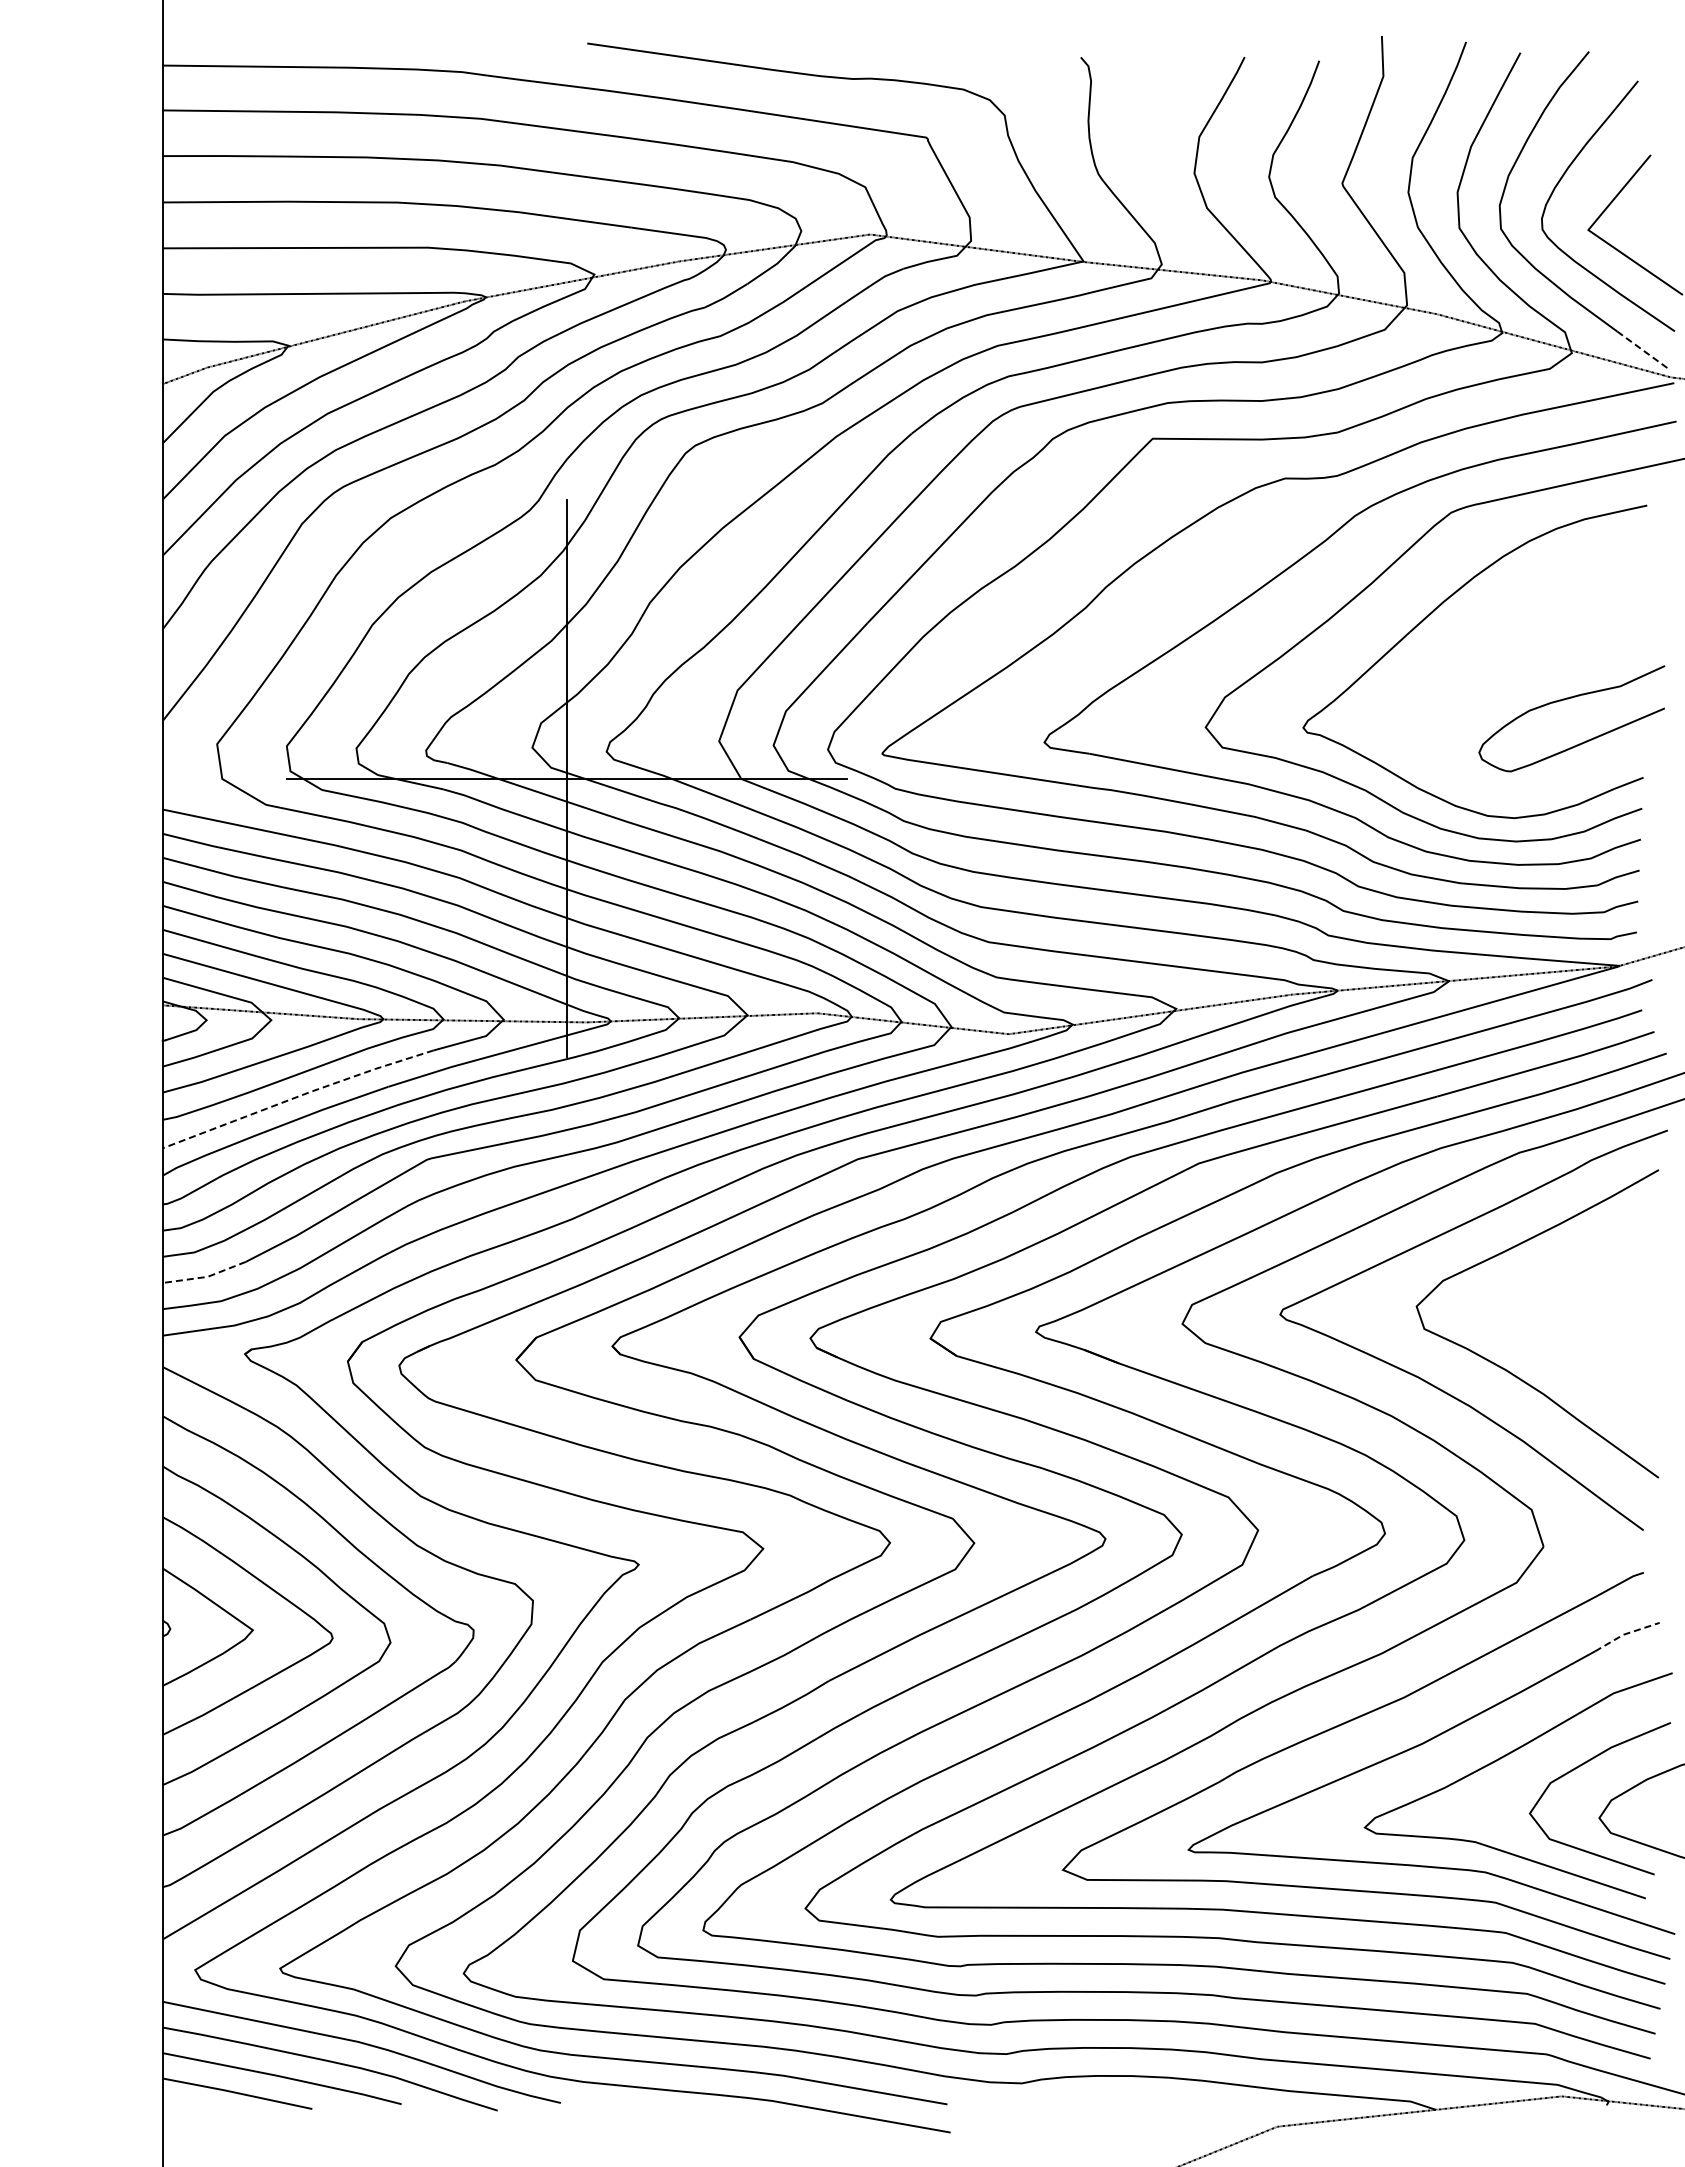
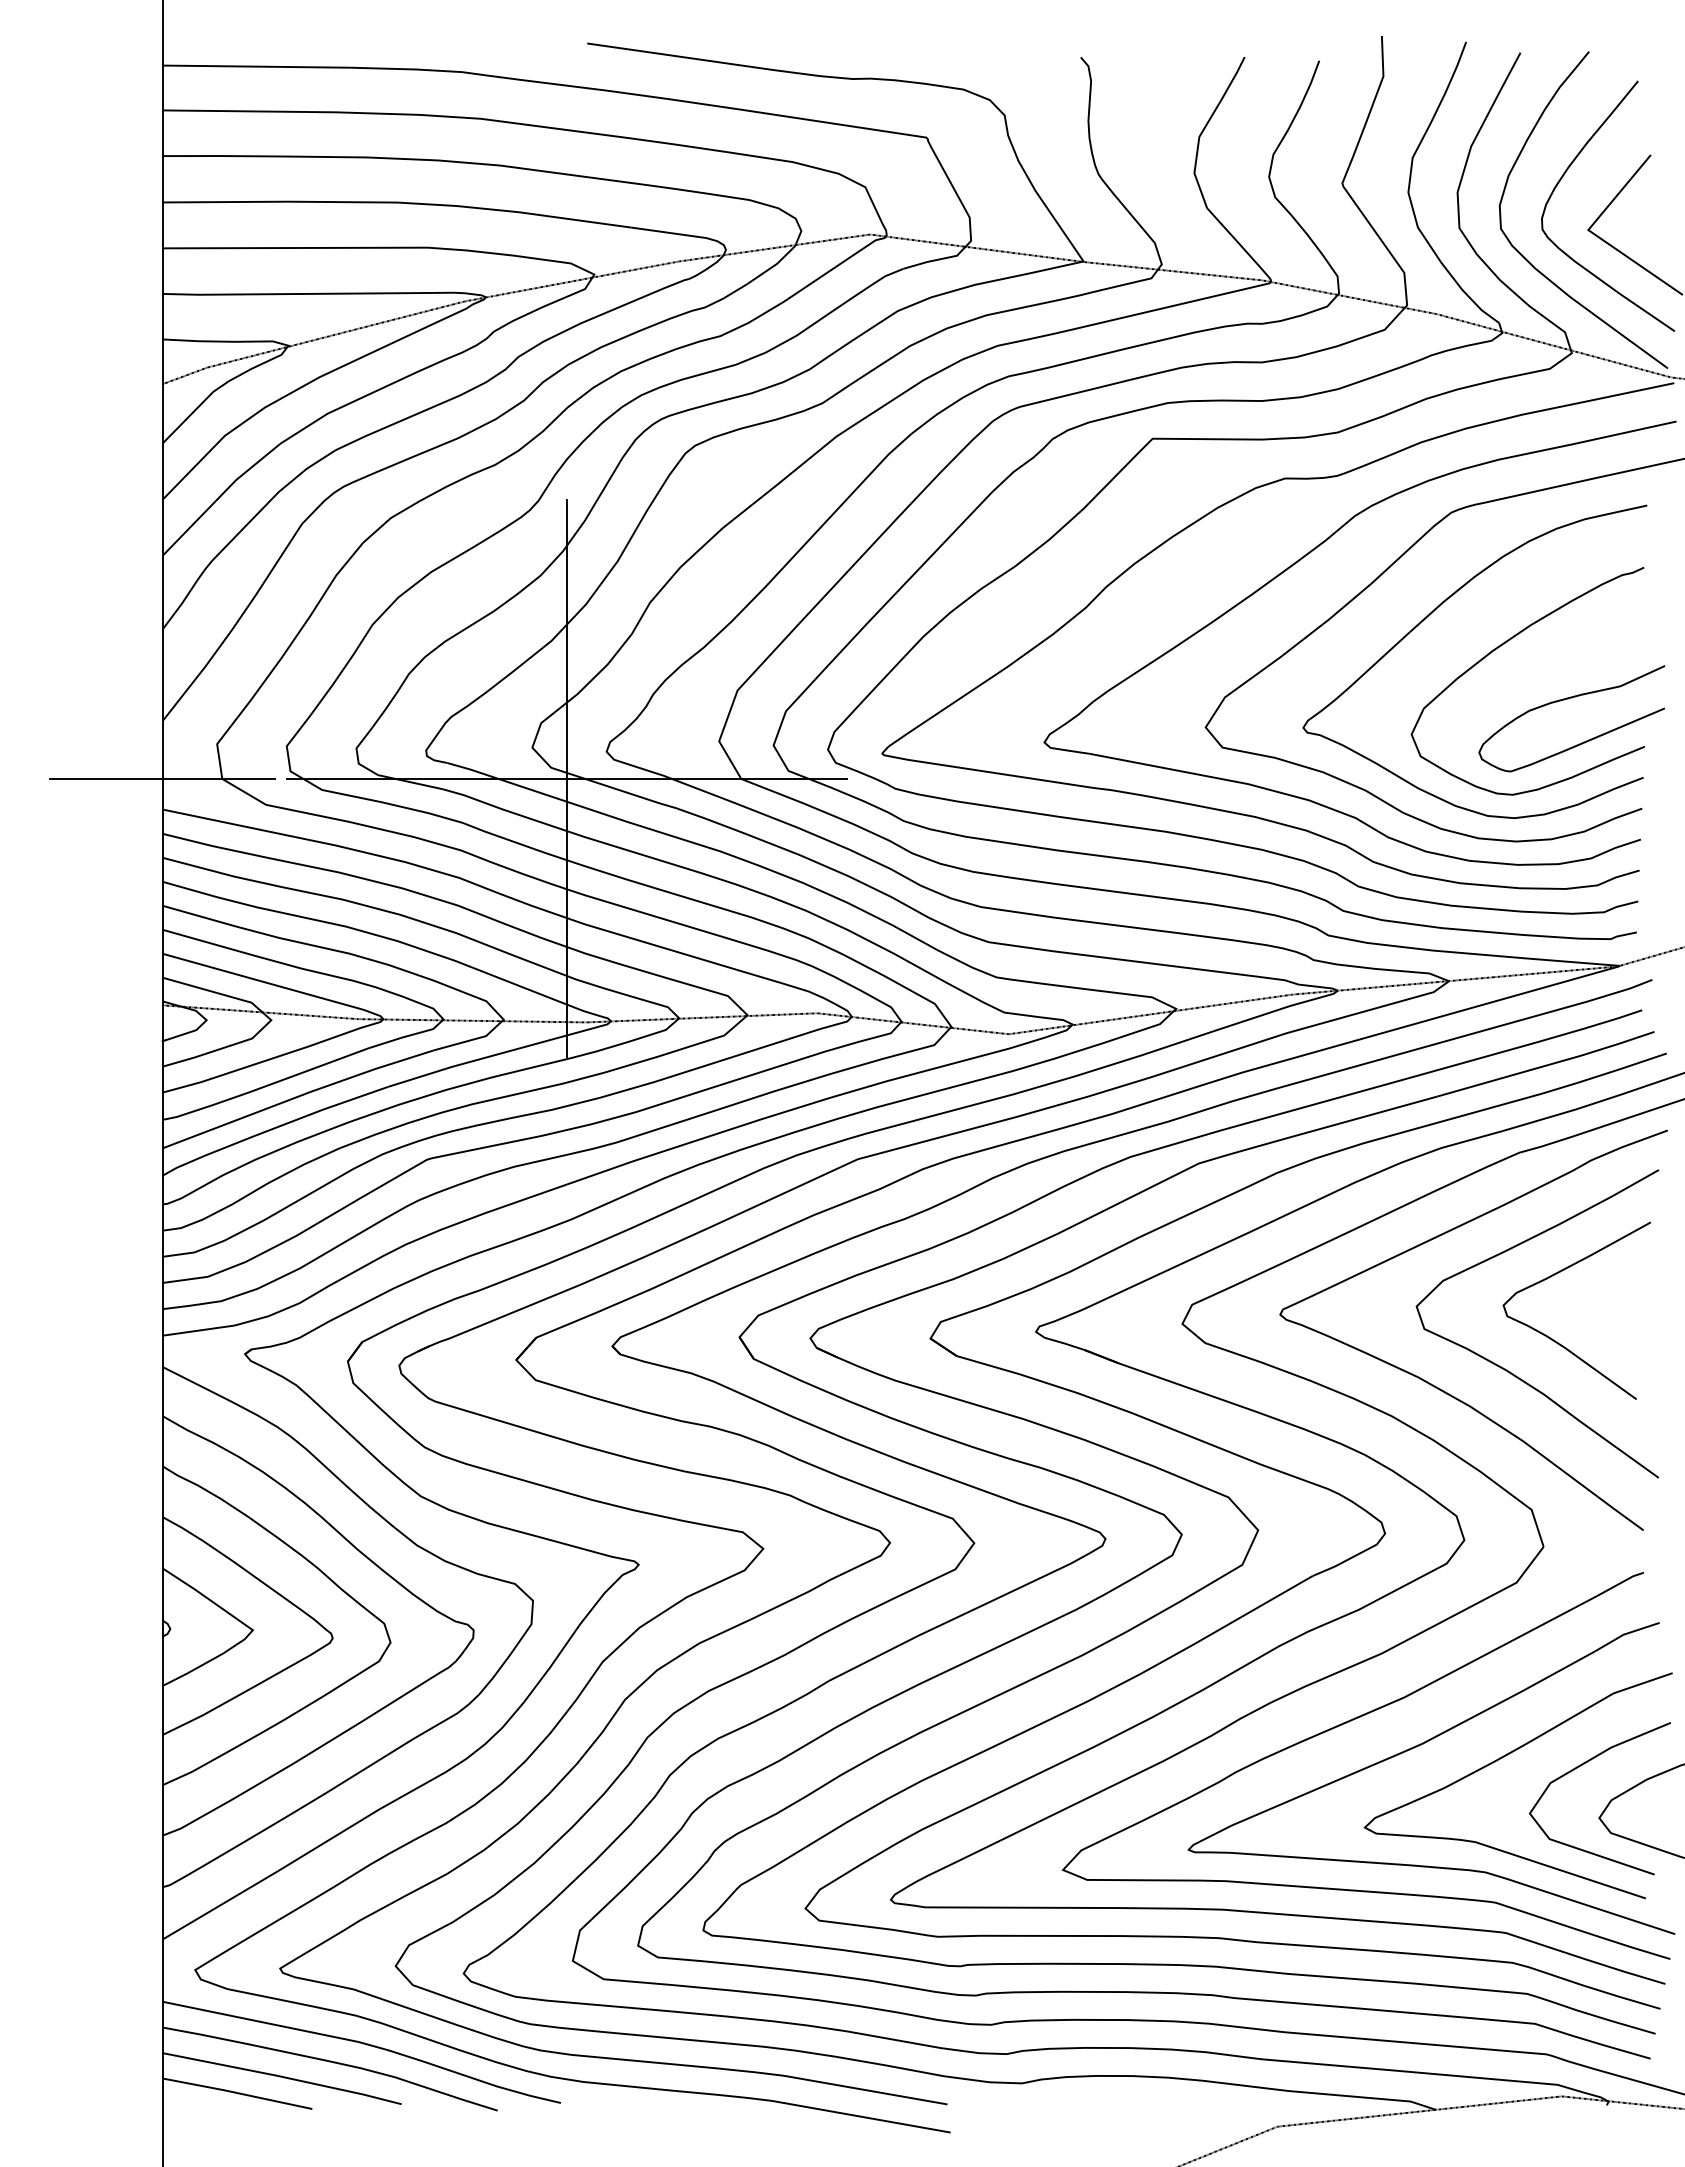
line at (1643, 350): dashed -> solid
curve at (1504, 644): none -> present
line at (162, 778): none -> present
line at (298, 1096): dashed -> solid
line at (205, 1277): dashed -> solid
curve at (1557, 1341): none -> present
line at (1626, 1633): dashed -> solid
